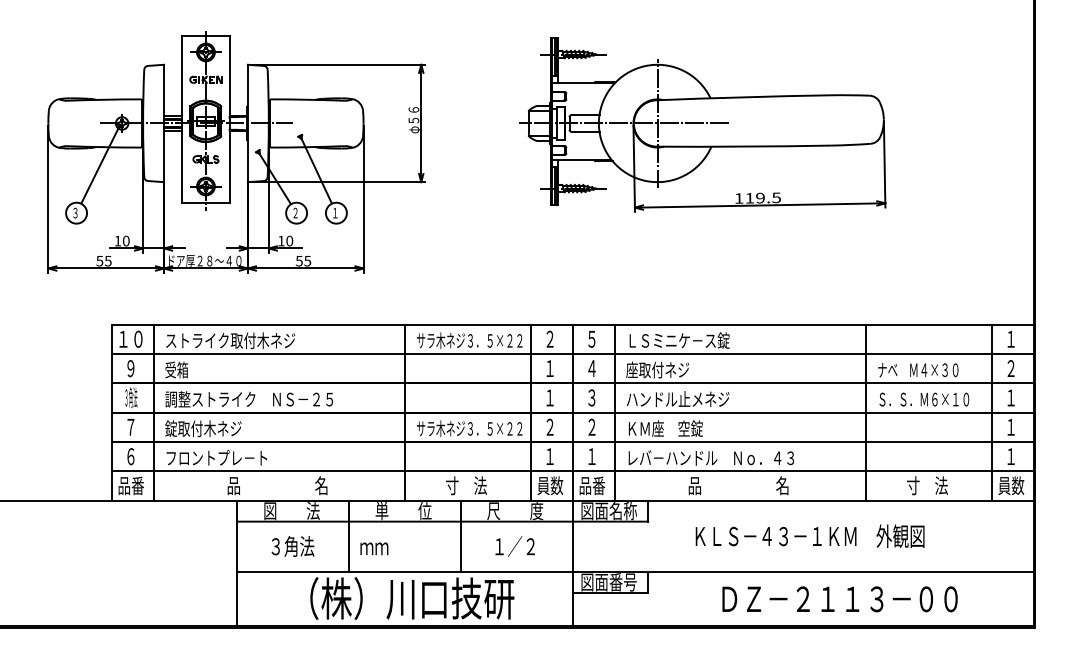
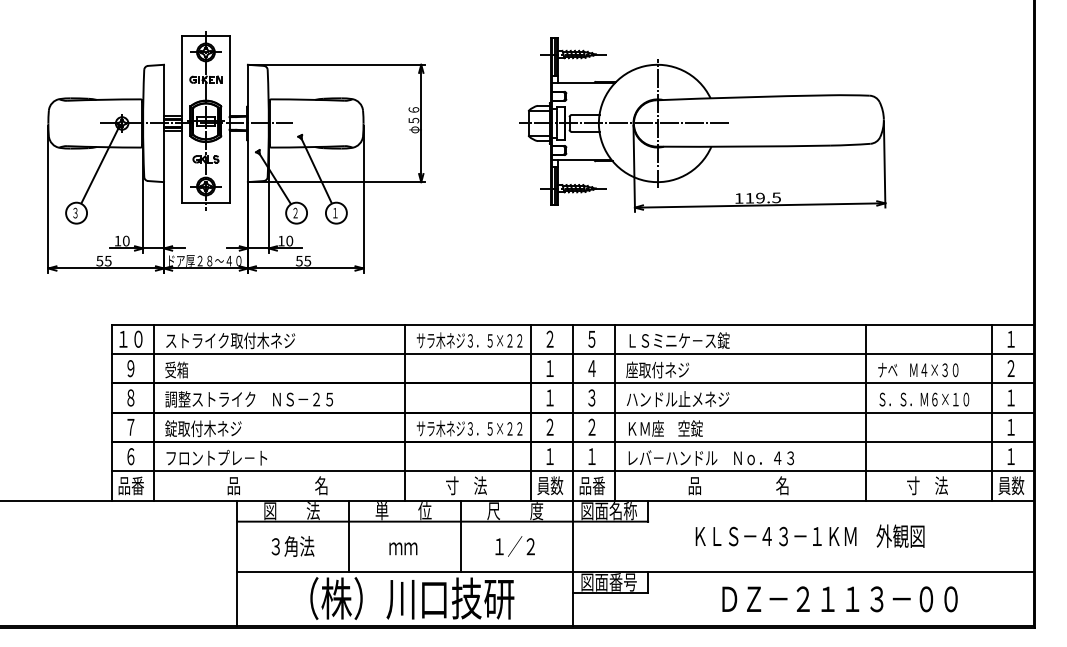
text at (131, 397): ３角法 -> ８
text at (374, 548) position: (374, 548) -> (403, 548)
